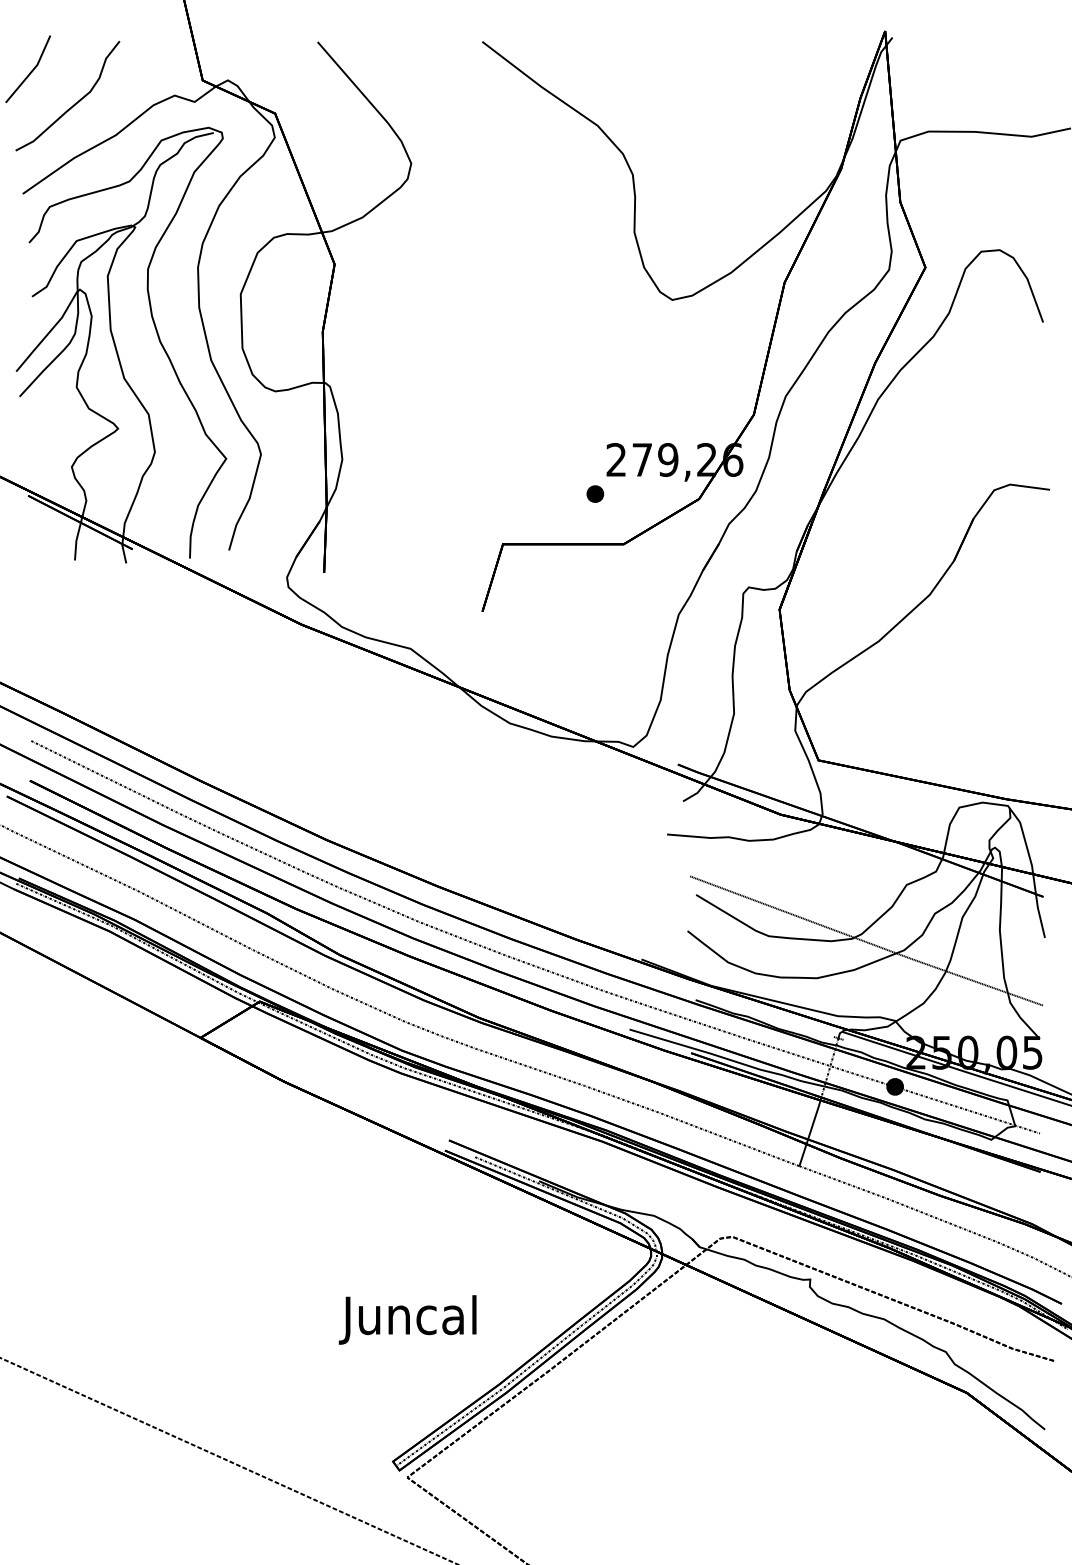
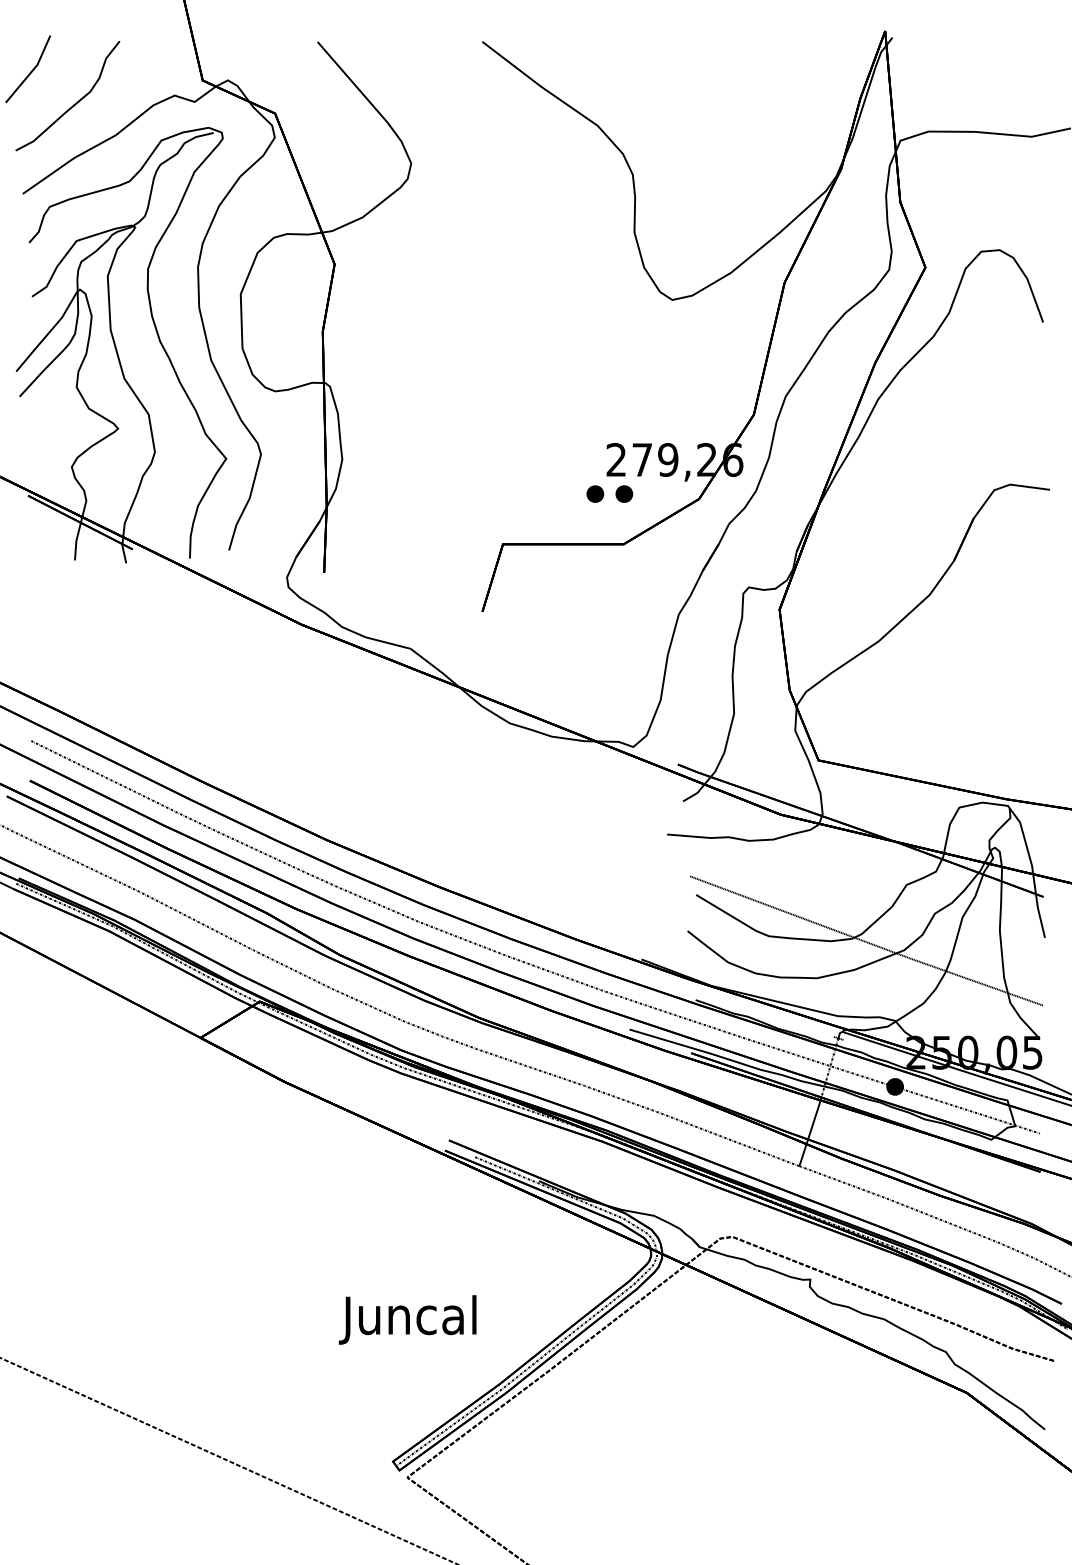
part at (624, 493): none -> present
